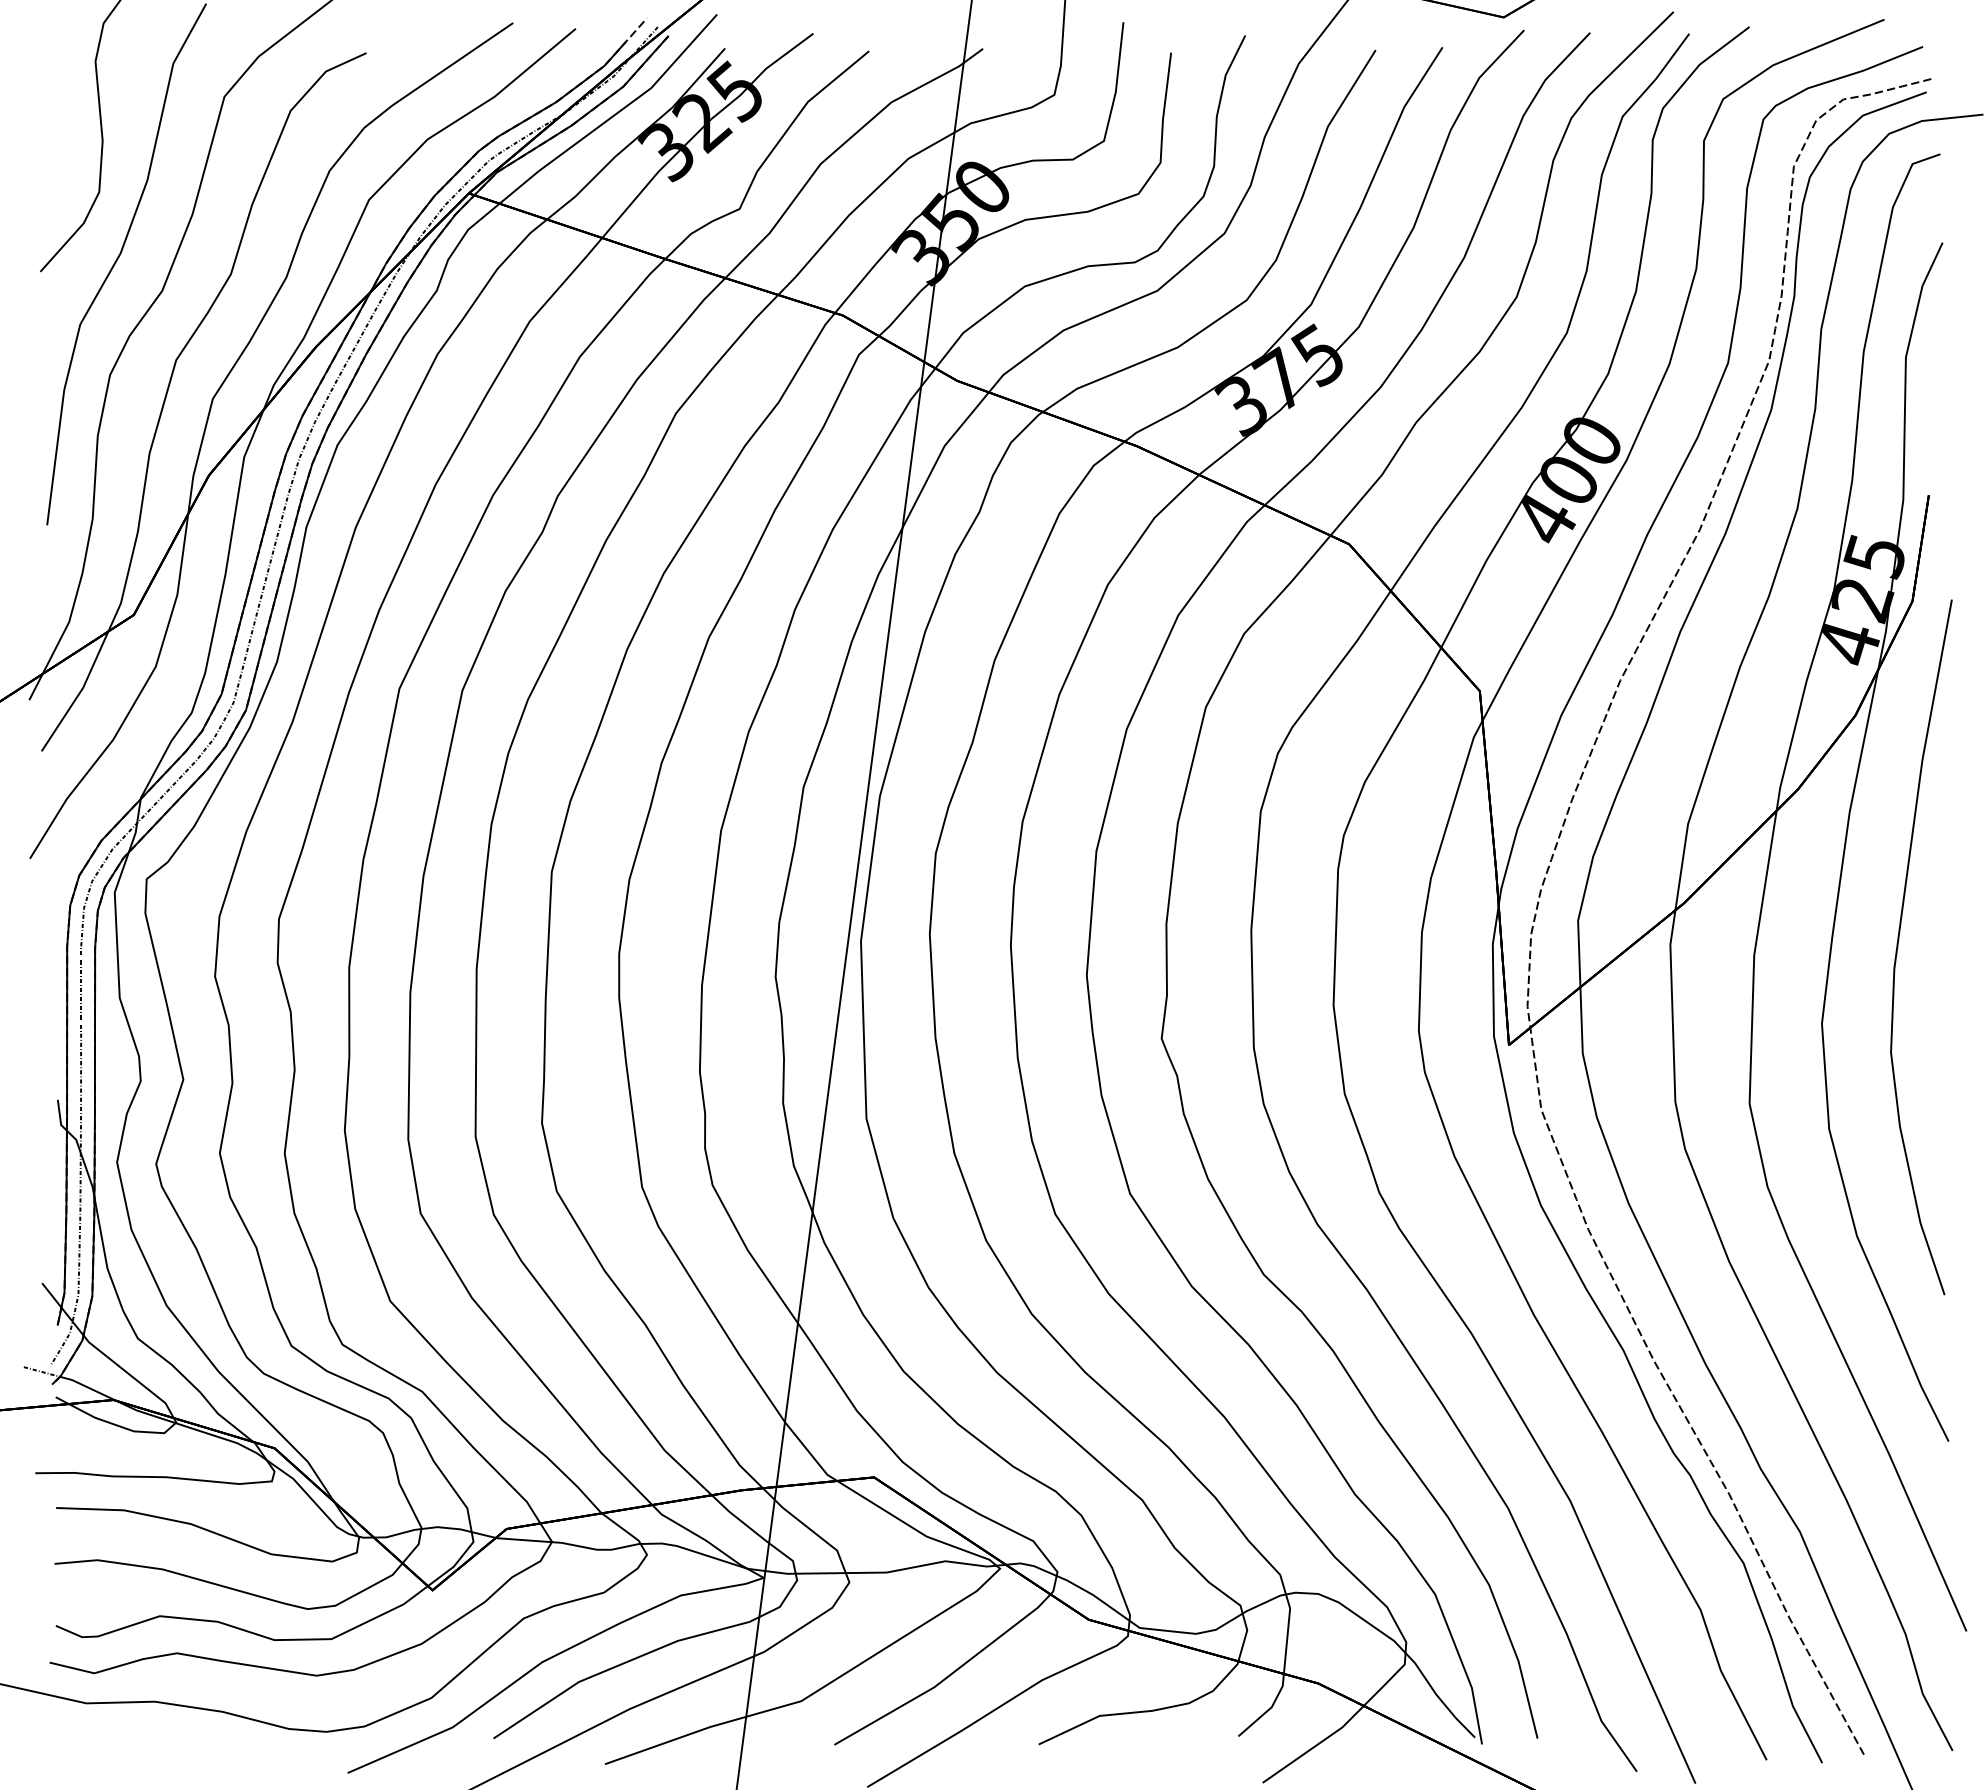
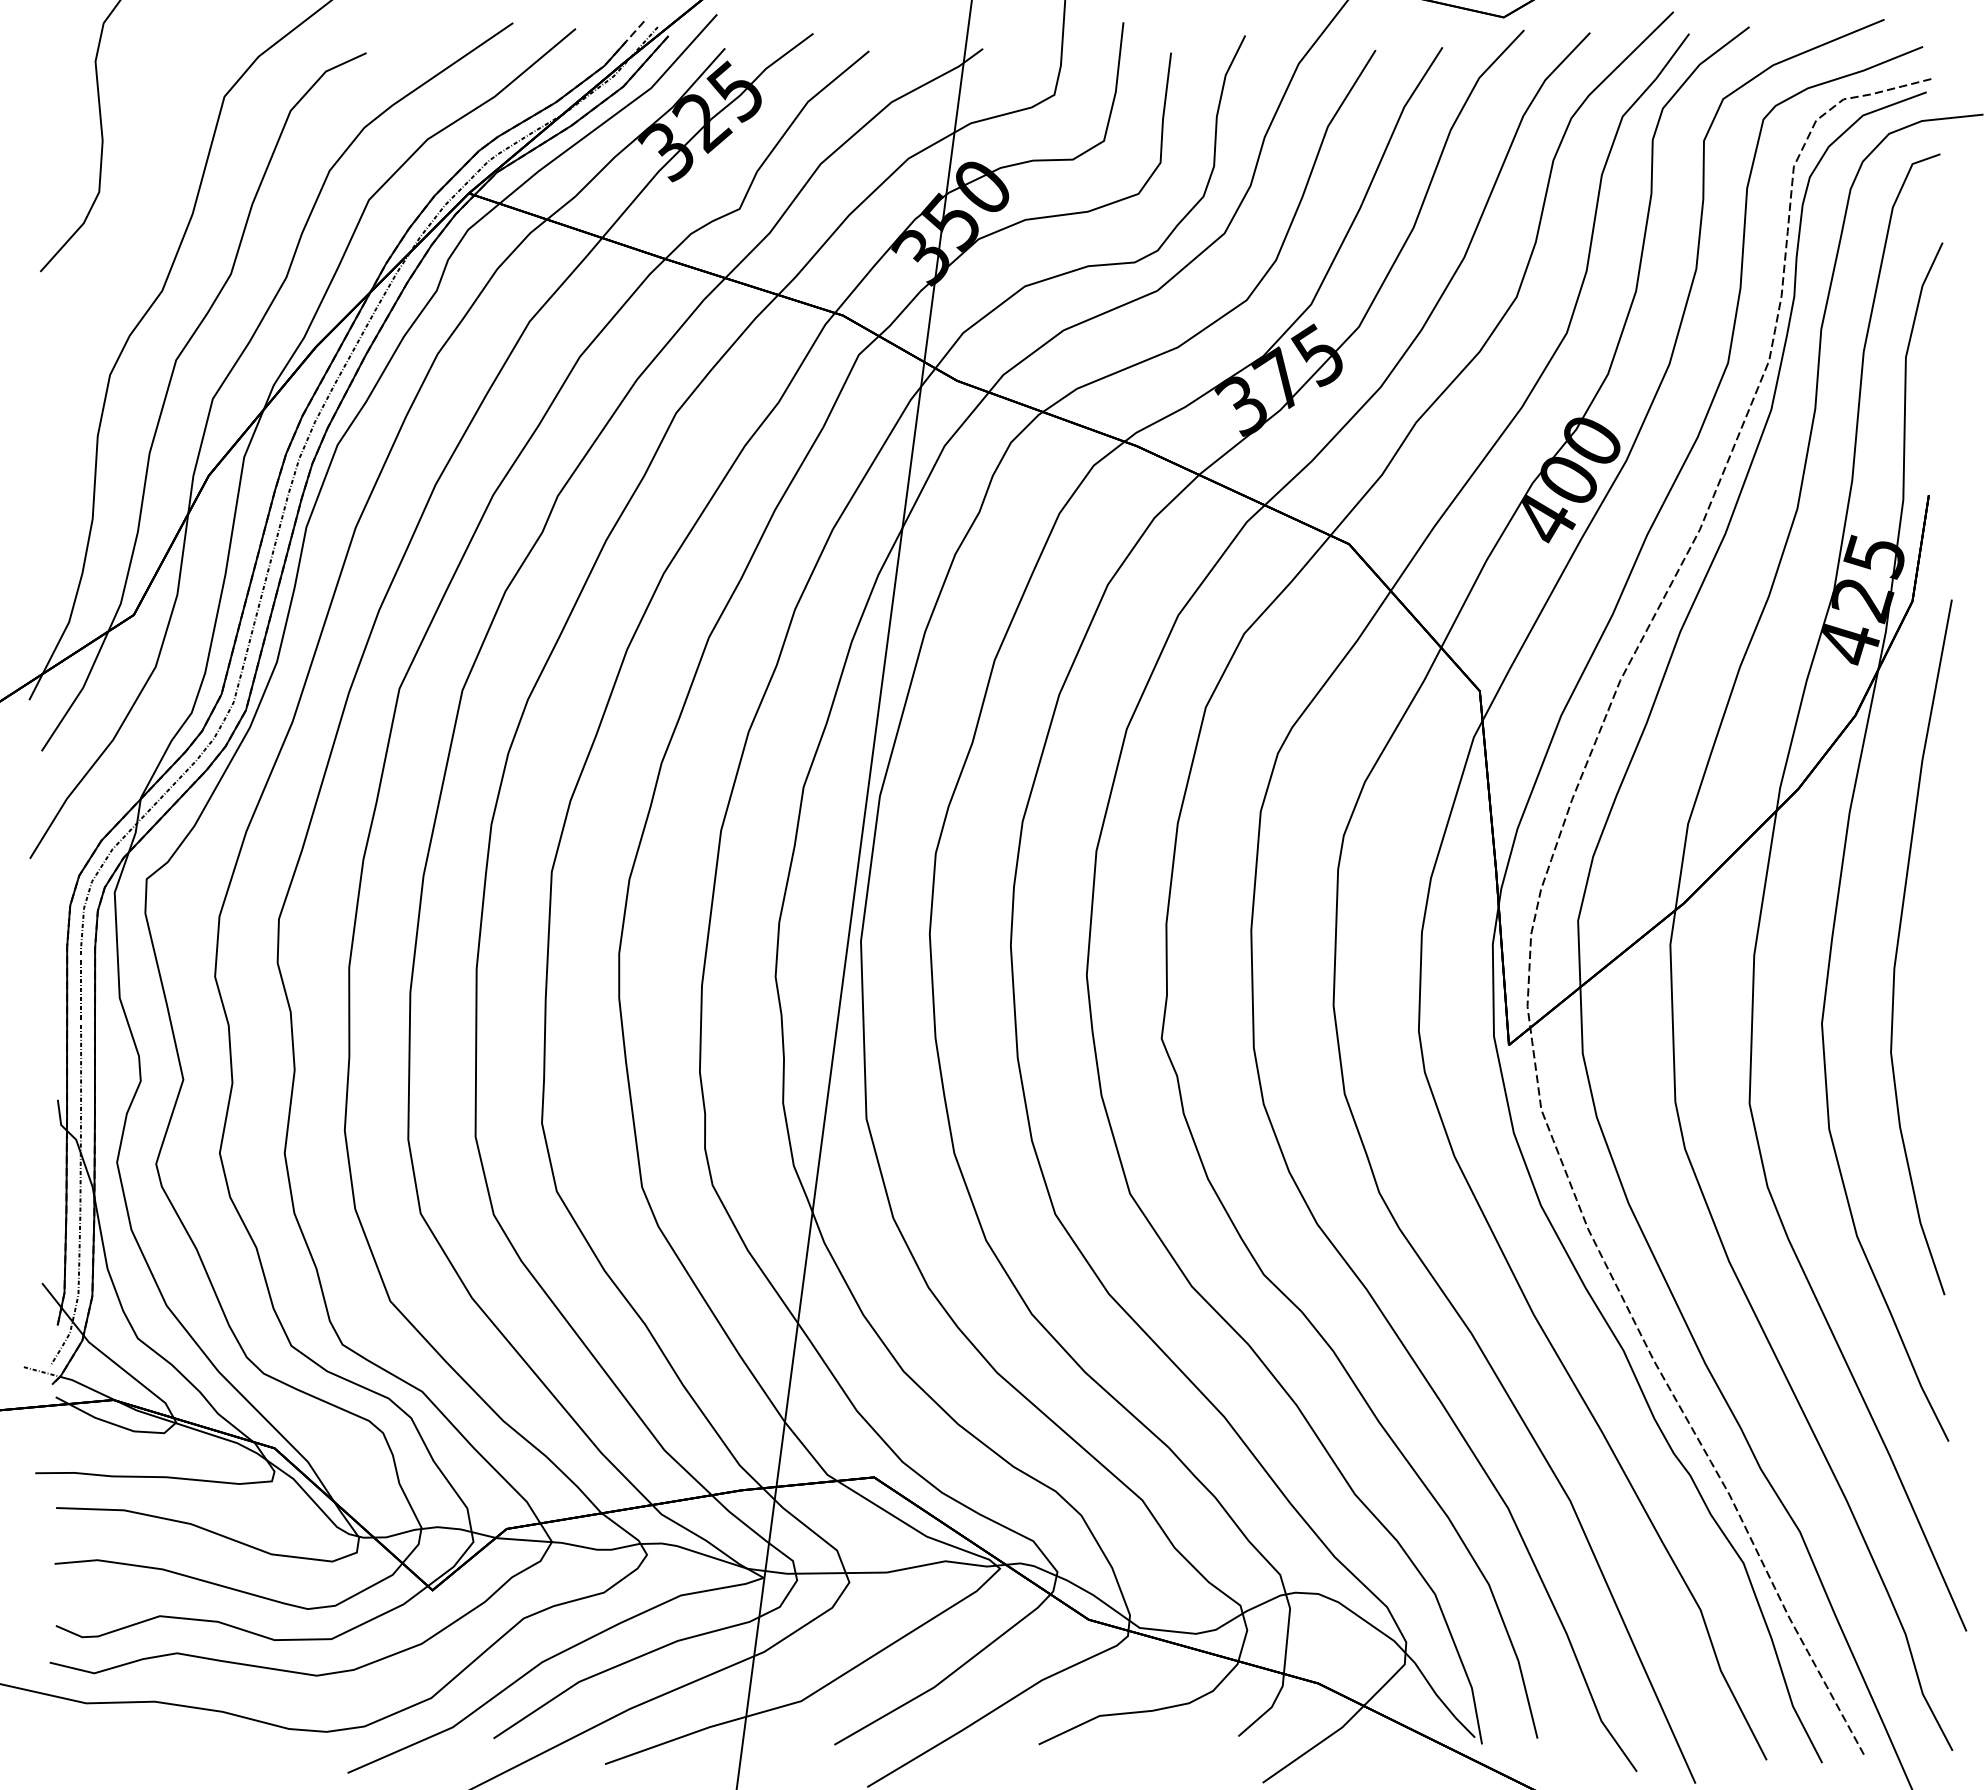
curve at (118, 259): present -> none
